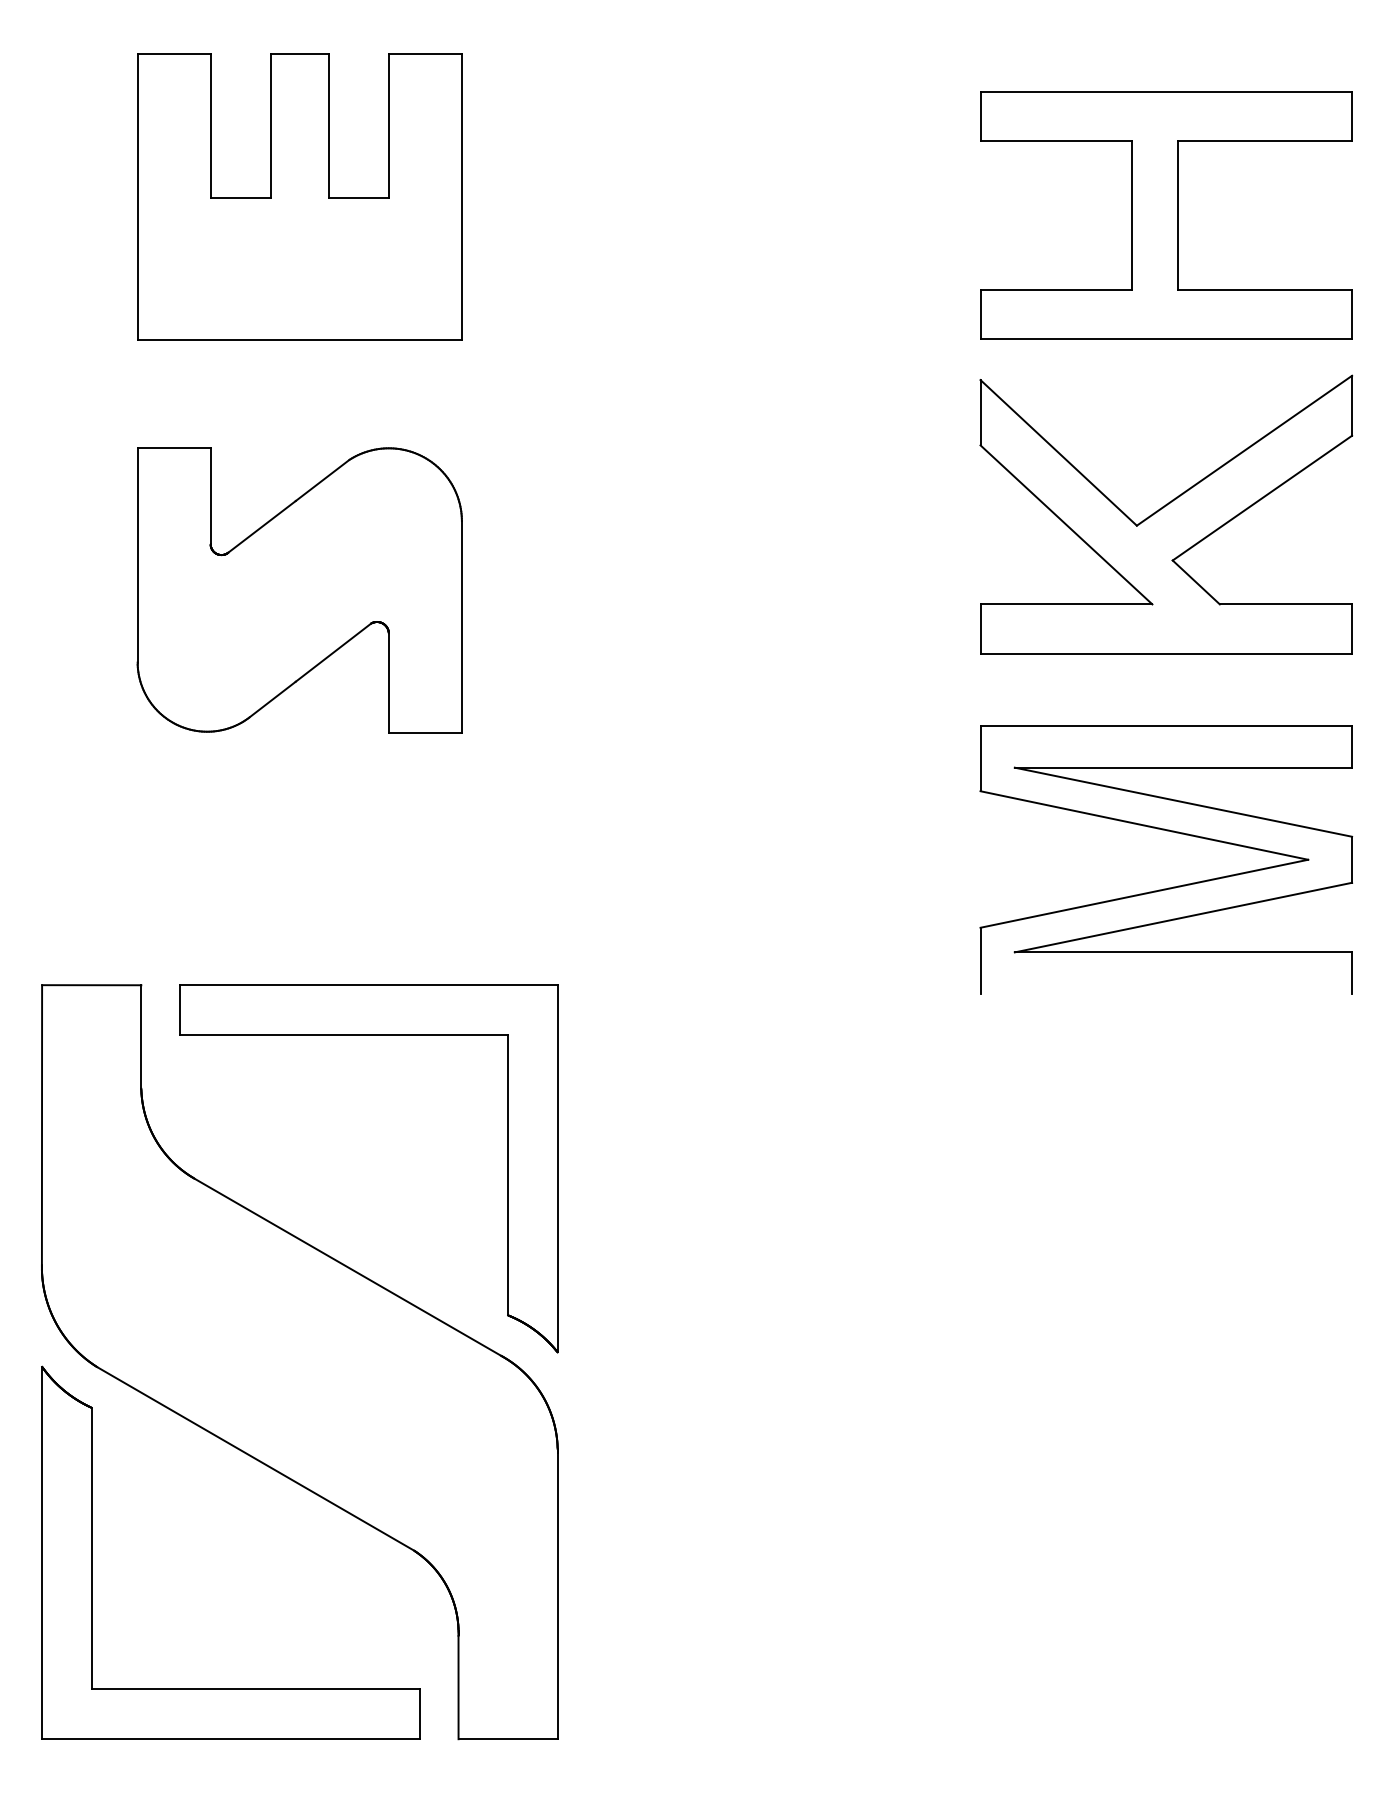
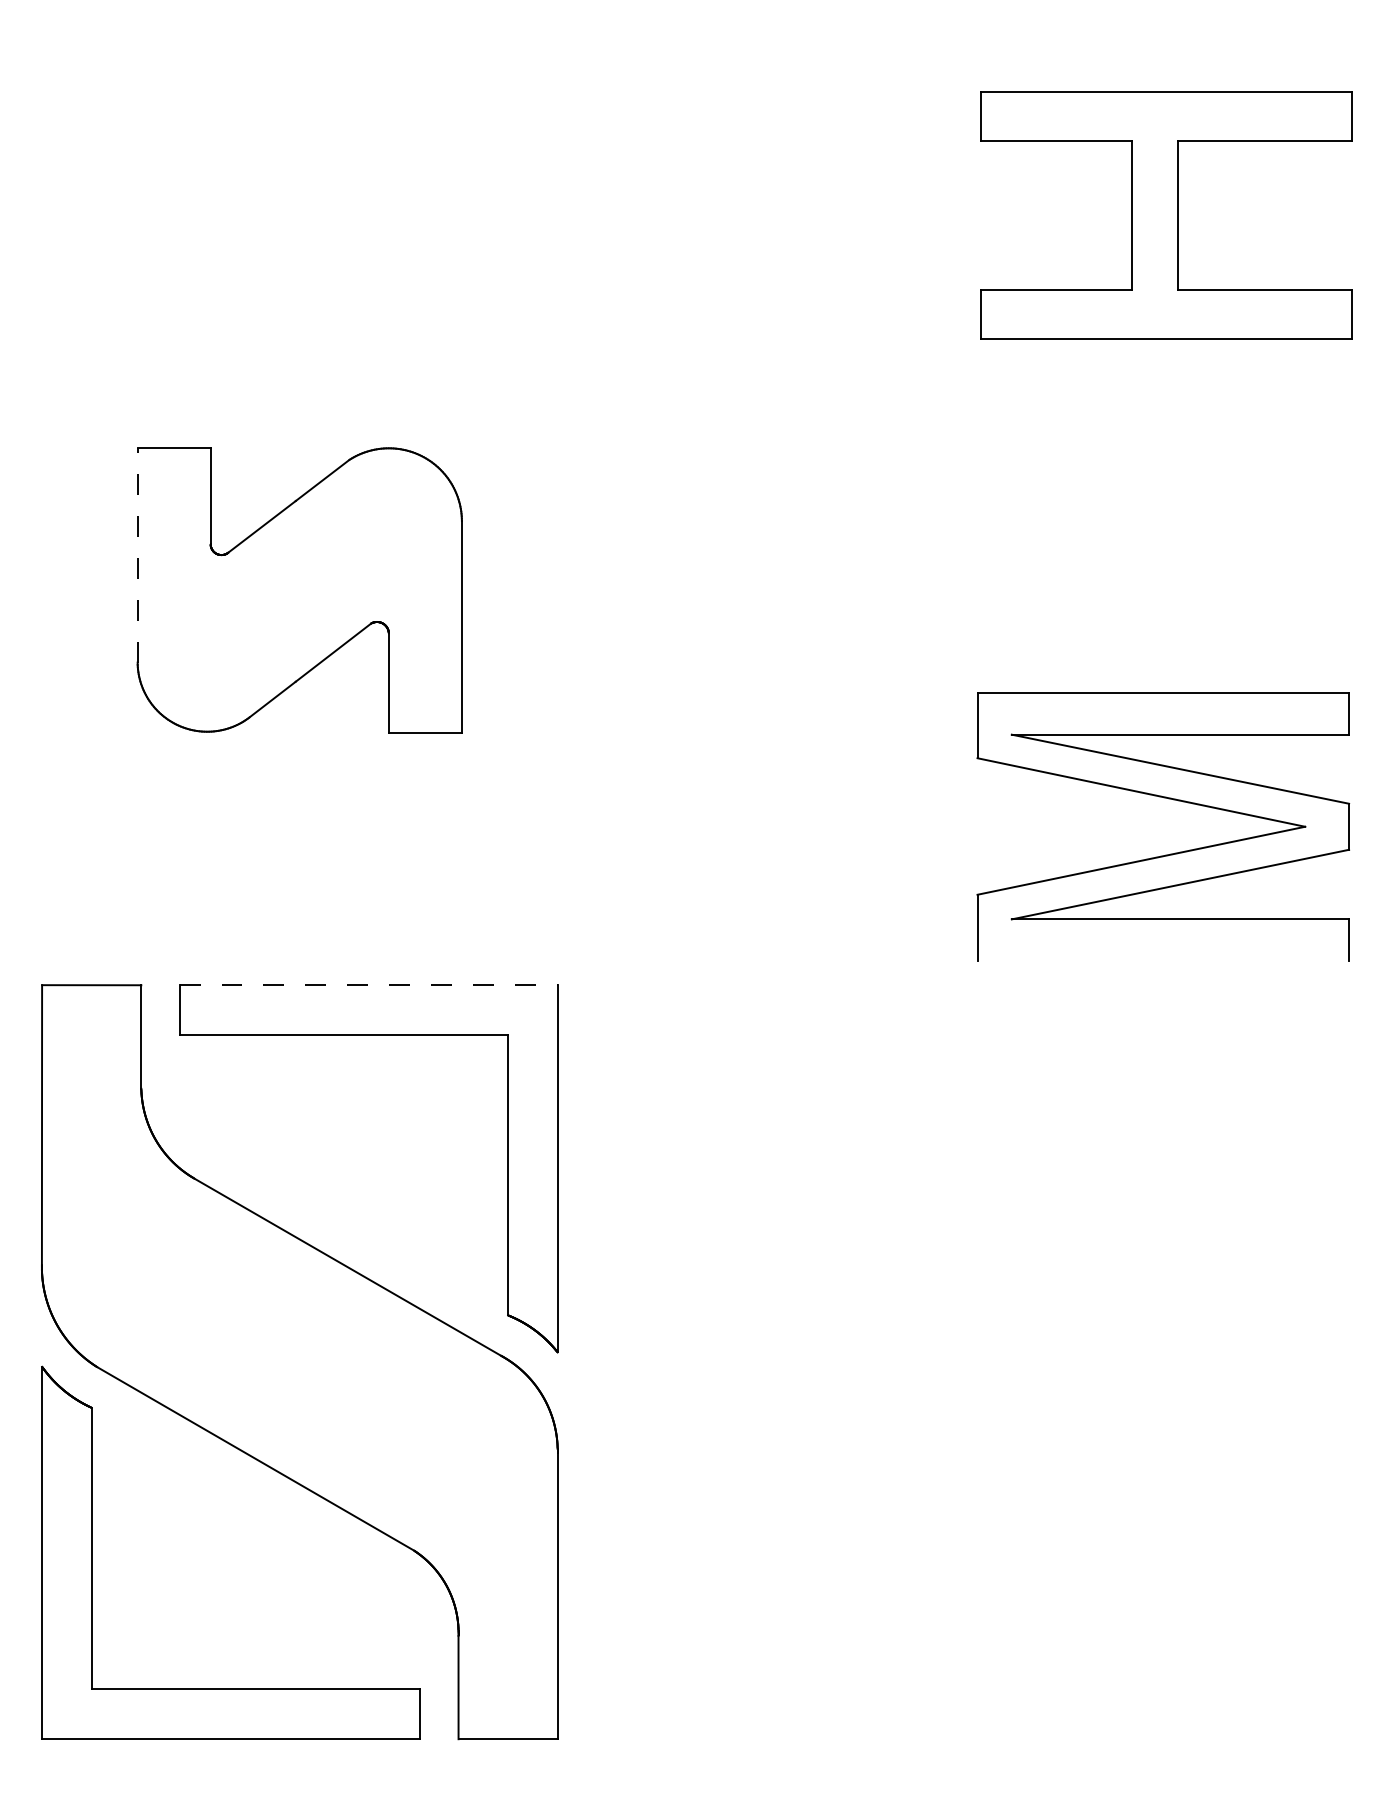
part at (299, 196): present -> none
part at (1166, 514): present -> none
line at (137, 554): solid -> dashed
part at (1171, 832) position: (1171, 832) -> (1168, 799)
line at (369, 985): solid -> dashed
